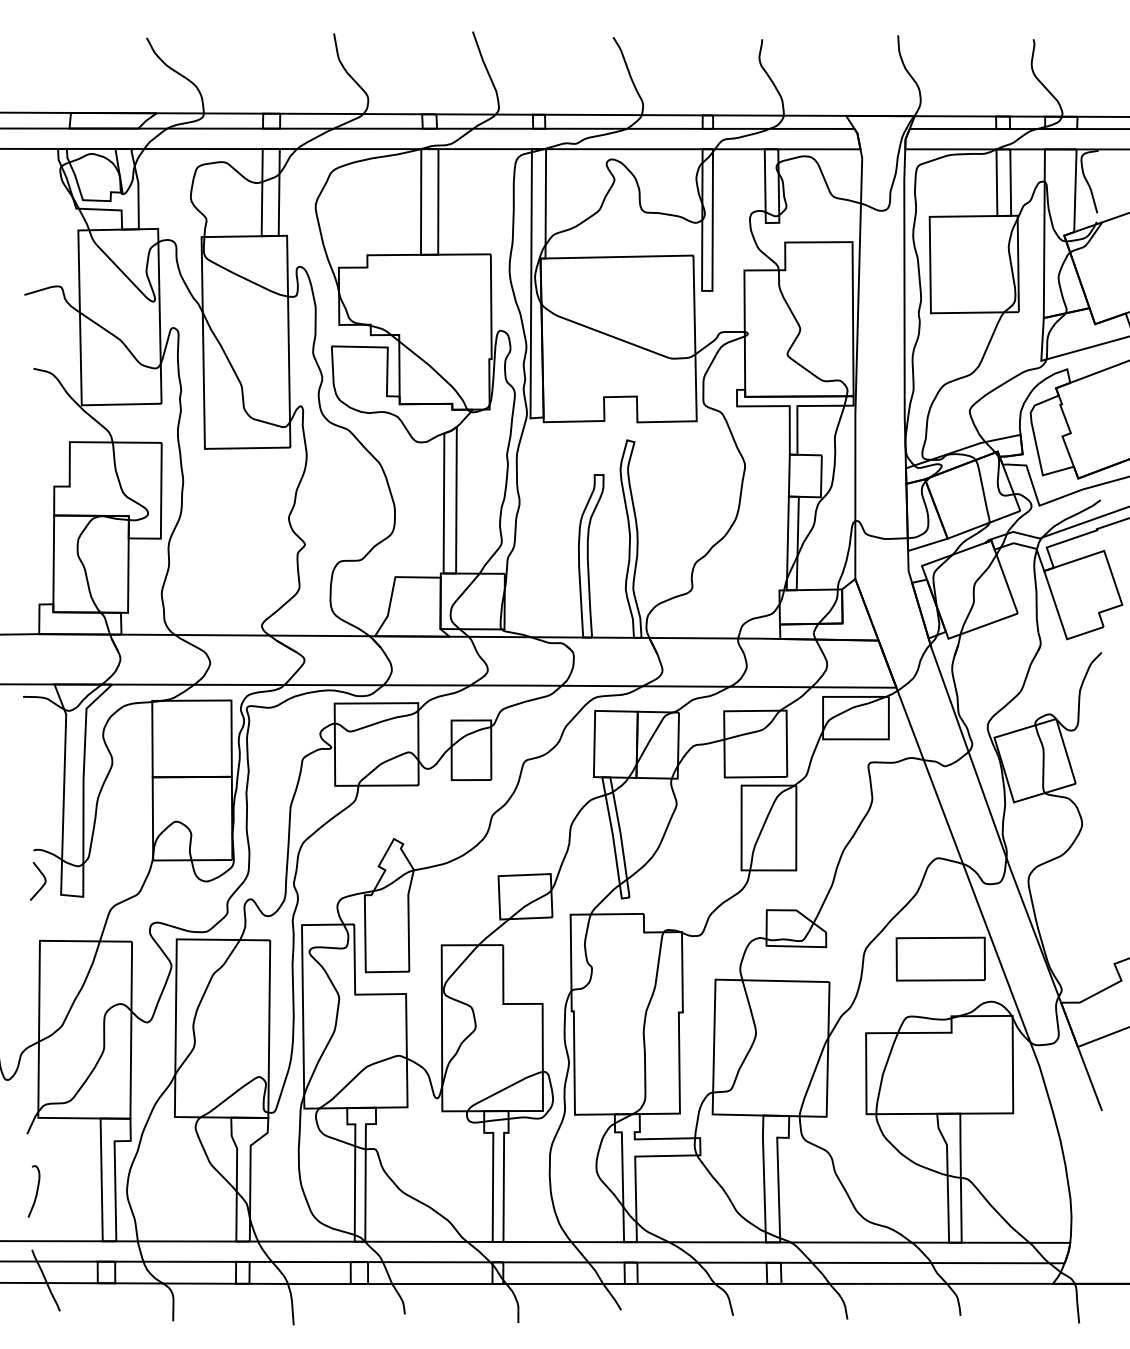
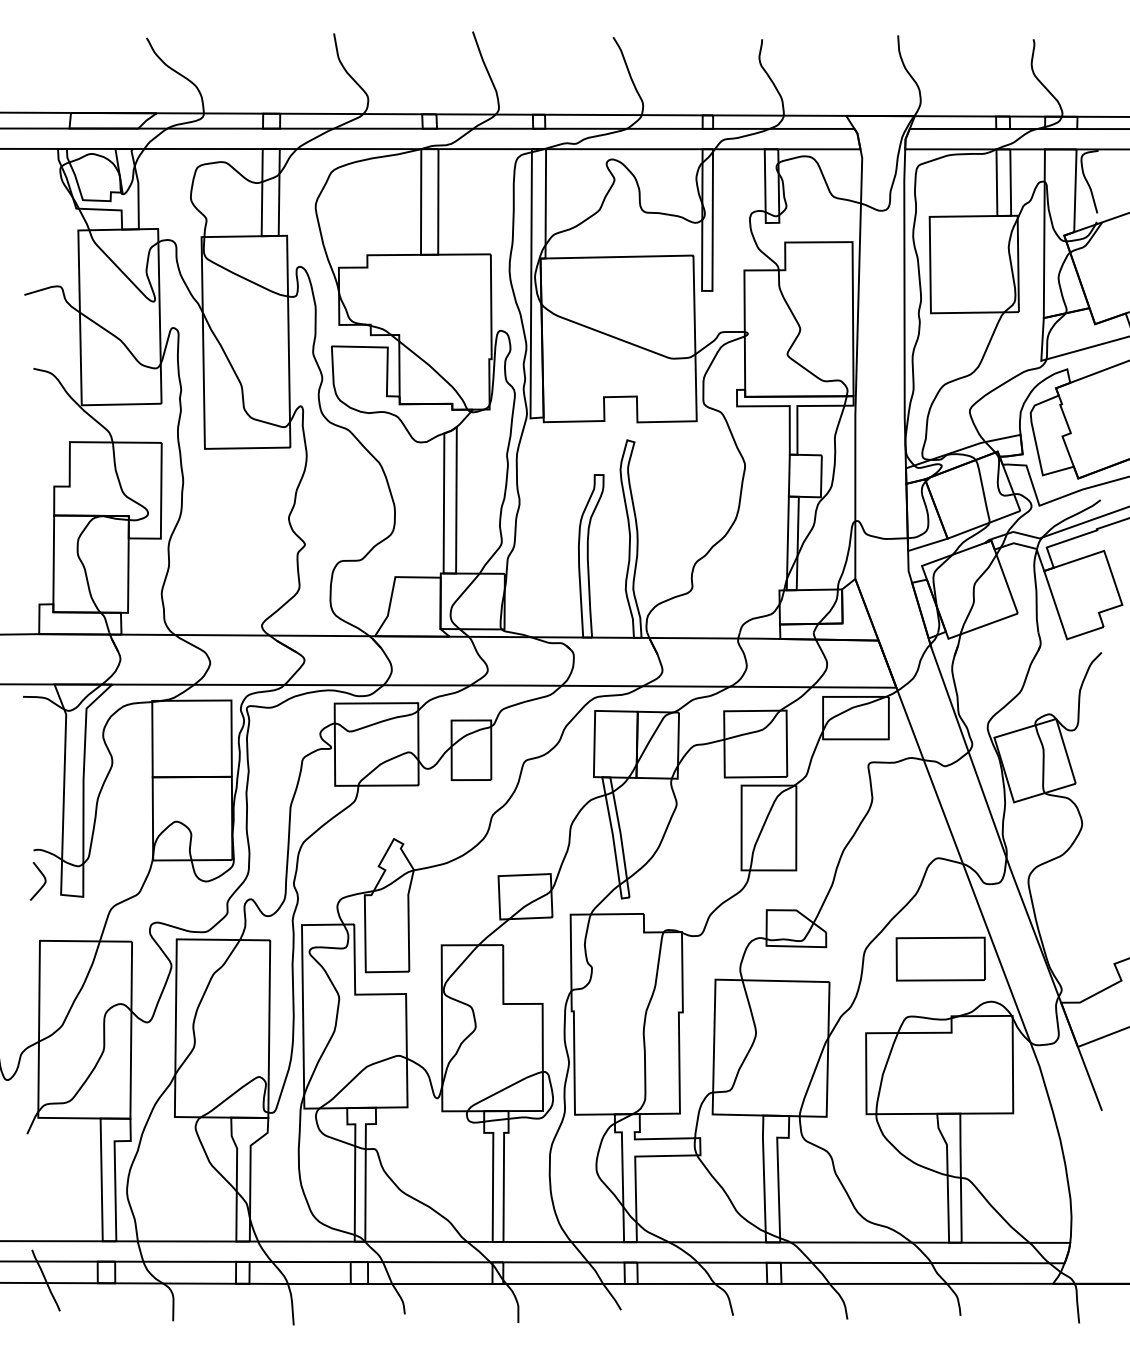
curve at (36, 1191): present -> none
